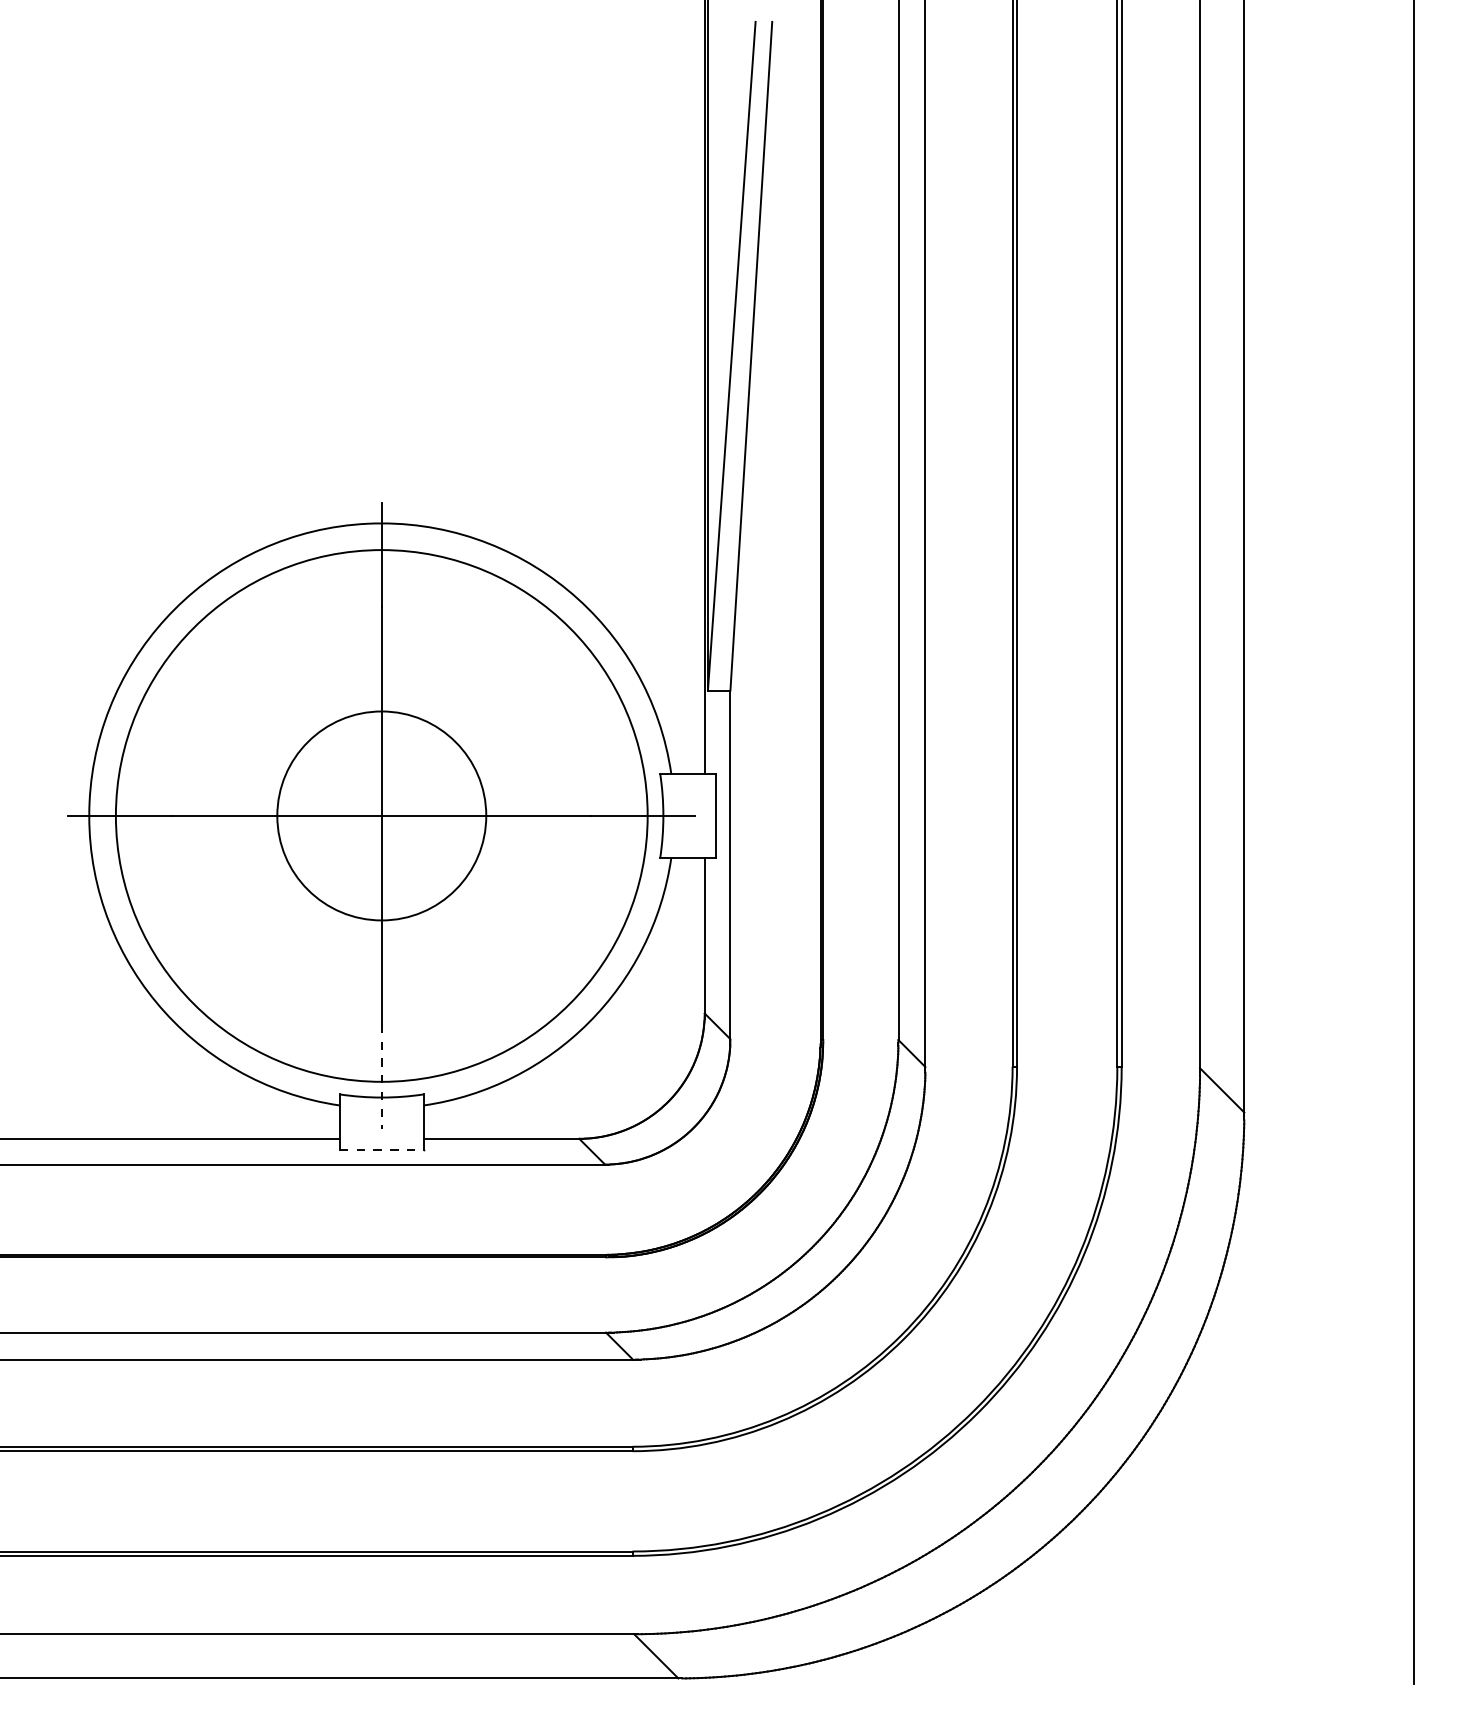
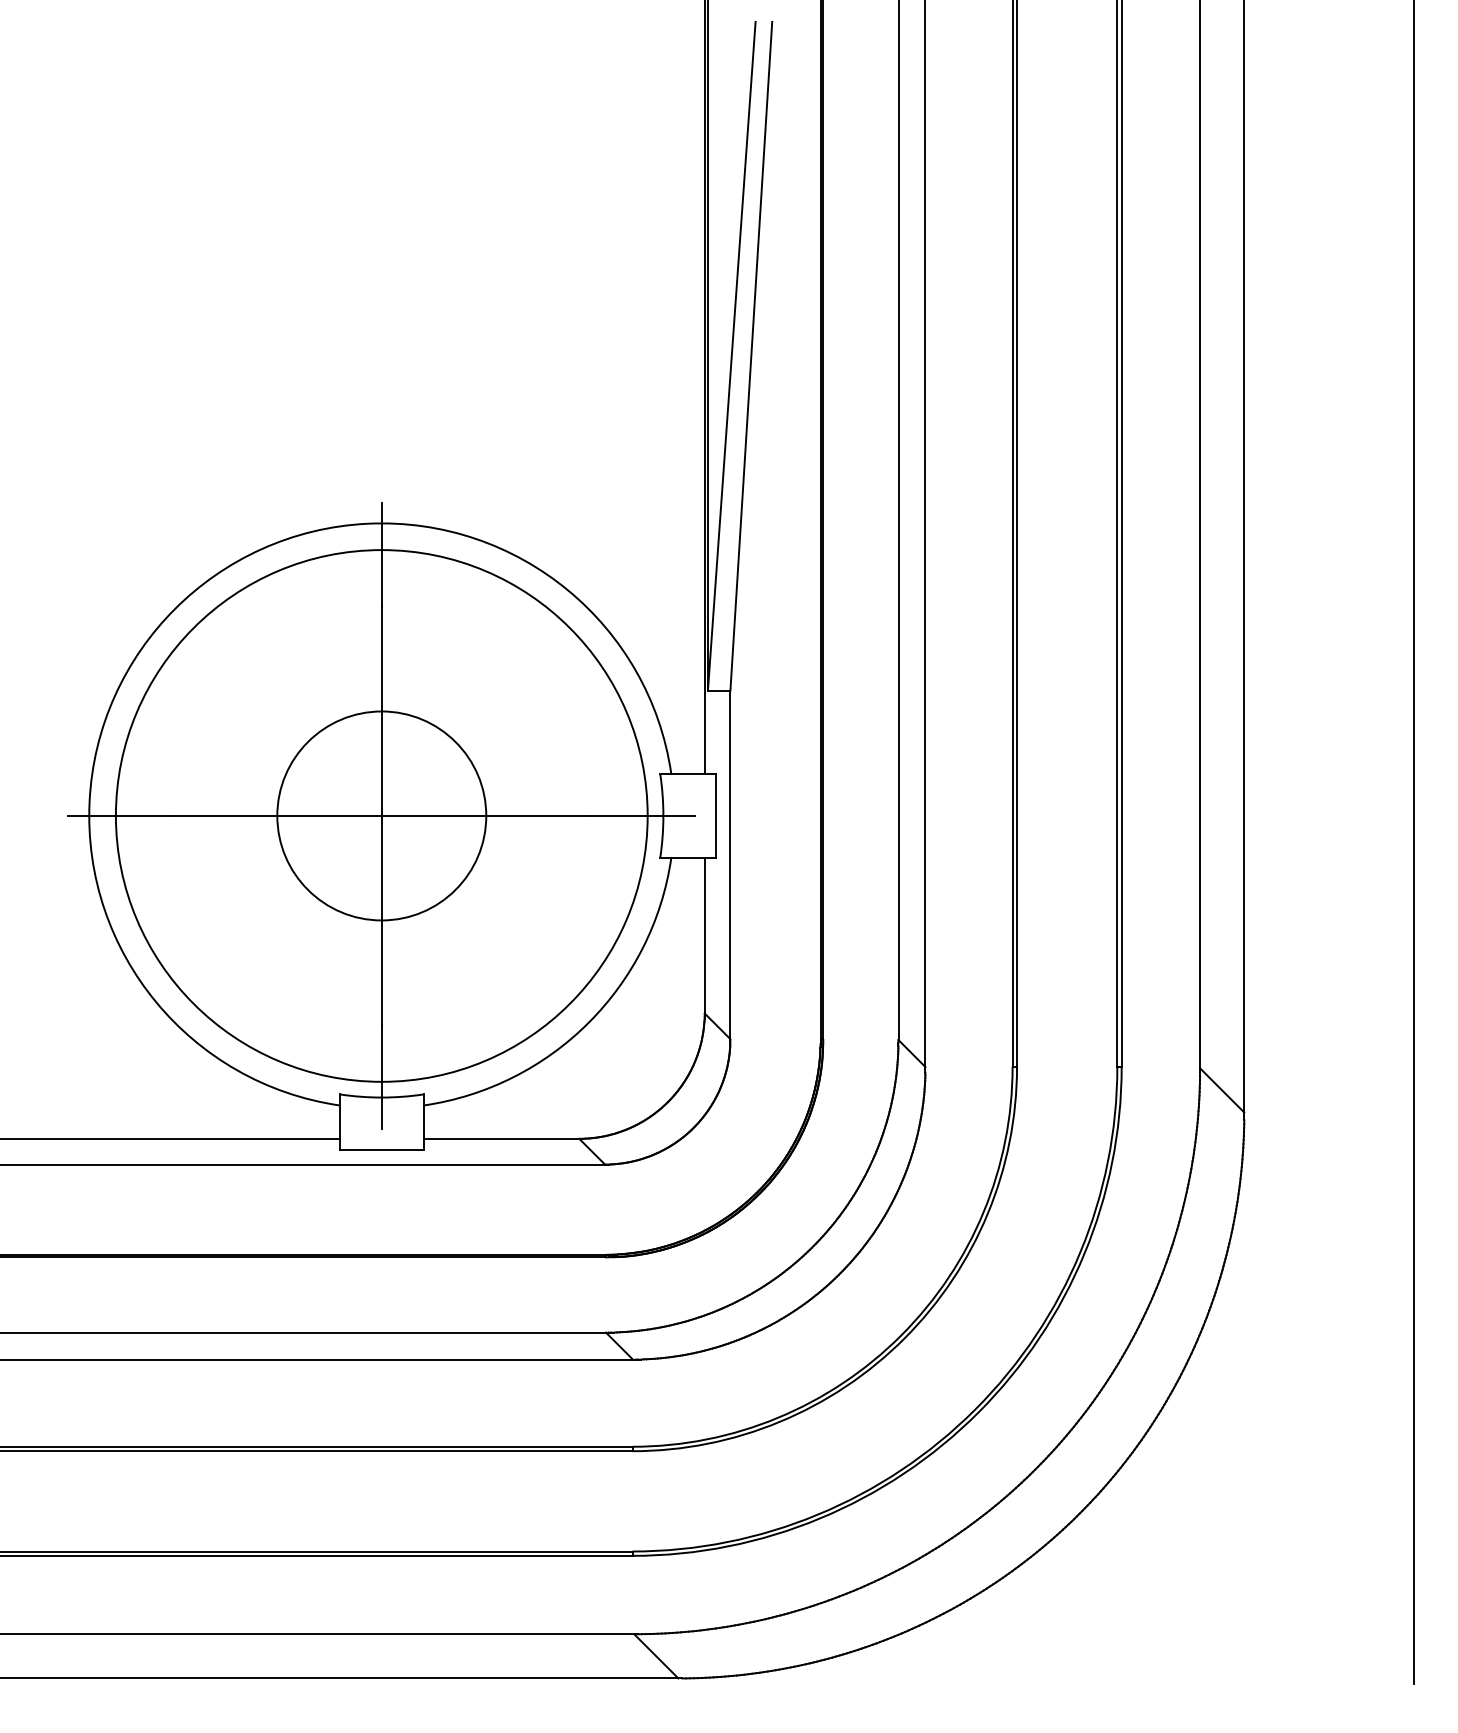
line at (381, 1077): dashed -> solid
line at (381, 1149): dashed -> solid
